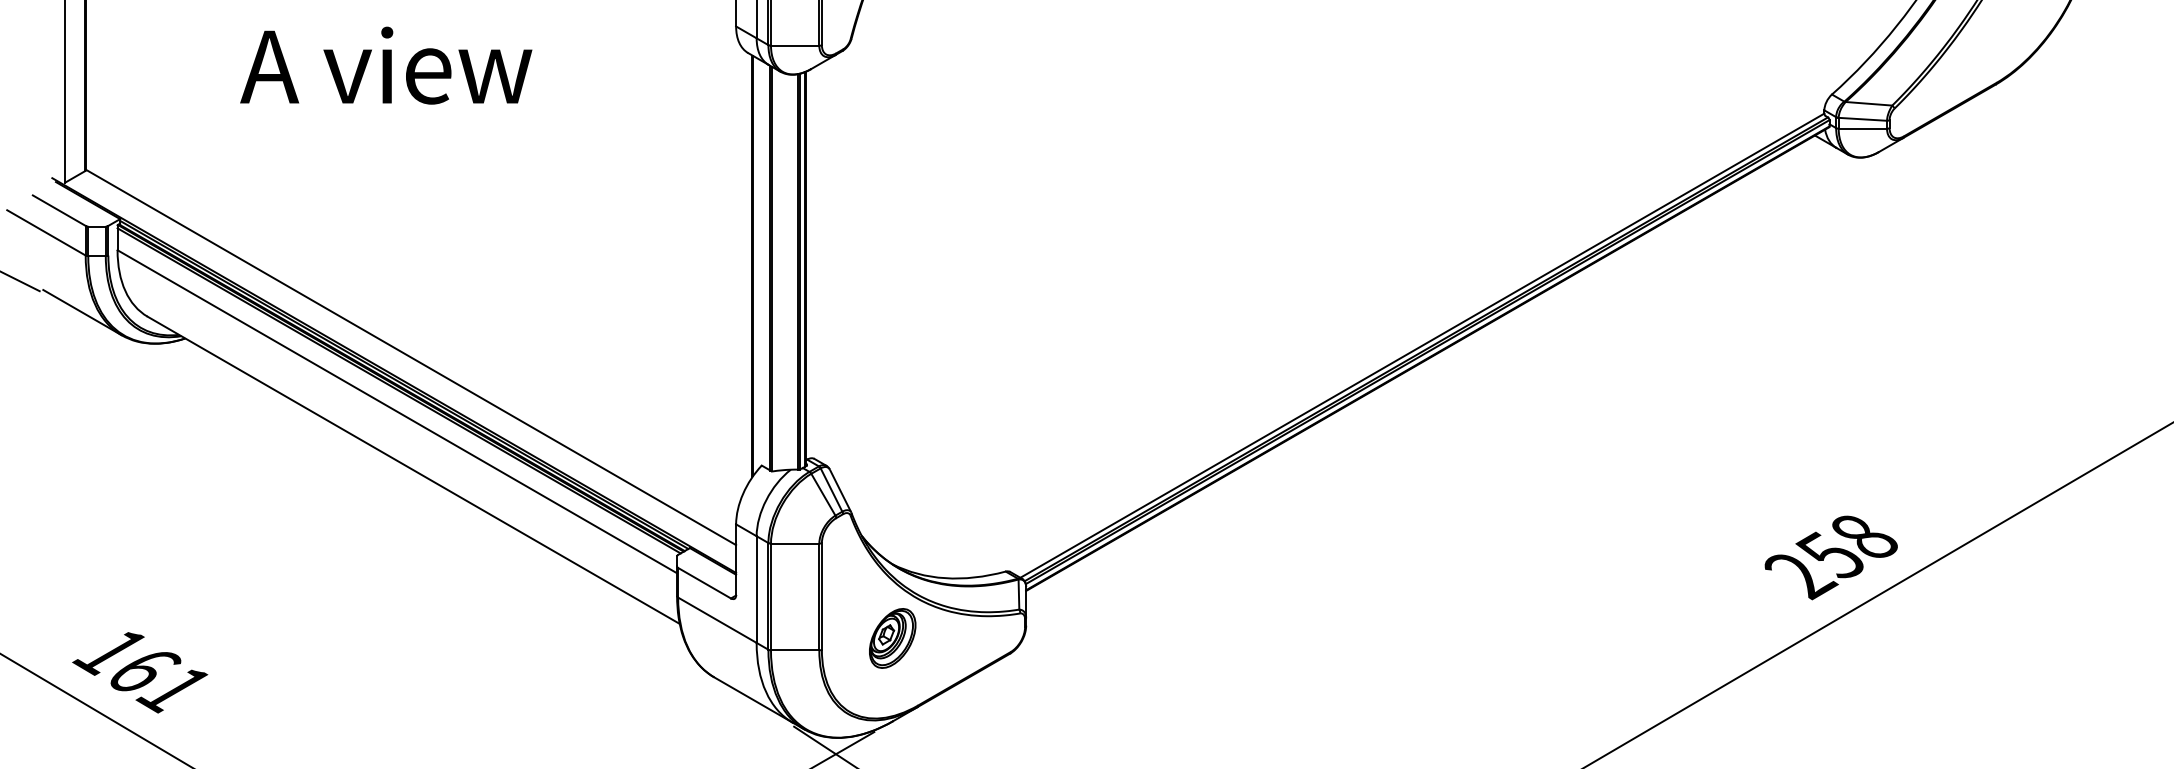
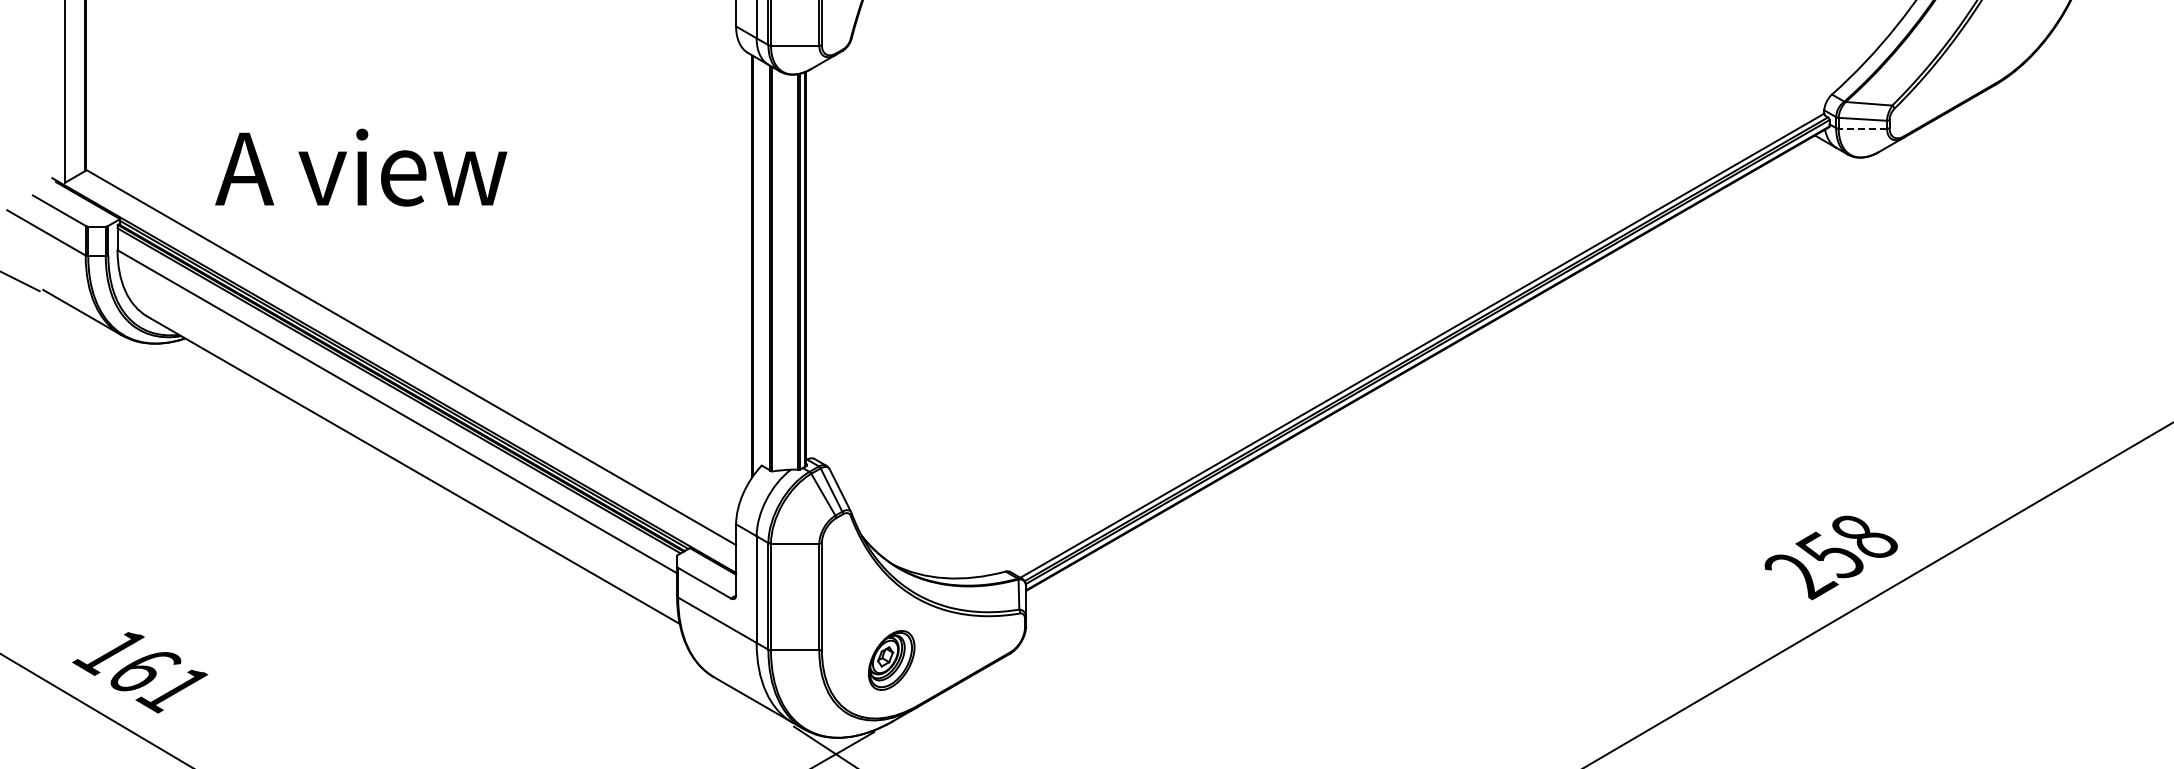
text at (386, 65) position: (386, 65) -> (361, 167)
line at (1862, 128): solid -> dashed
part at (892, 638) position: (892, 638) -> (891, 660)
